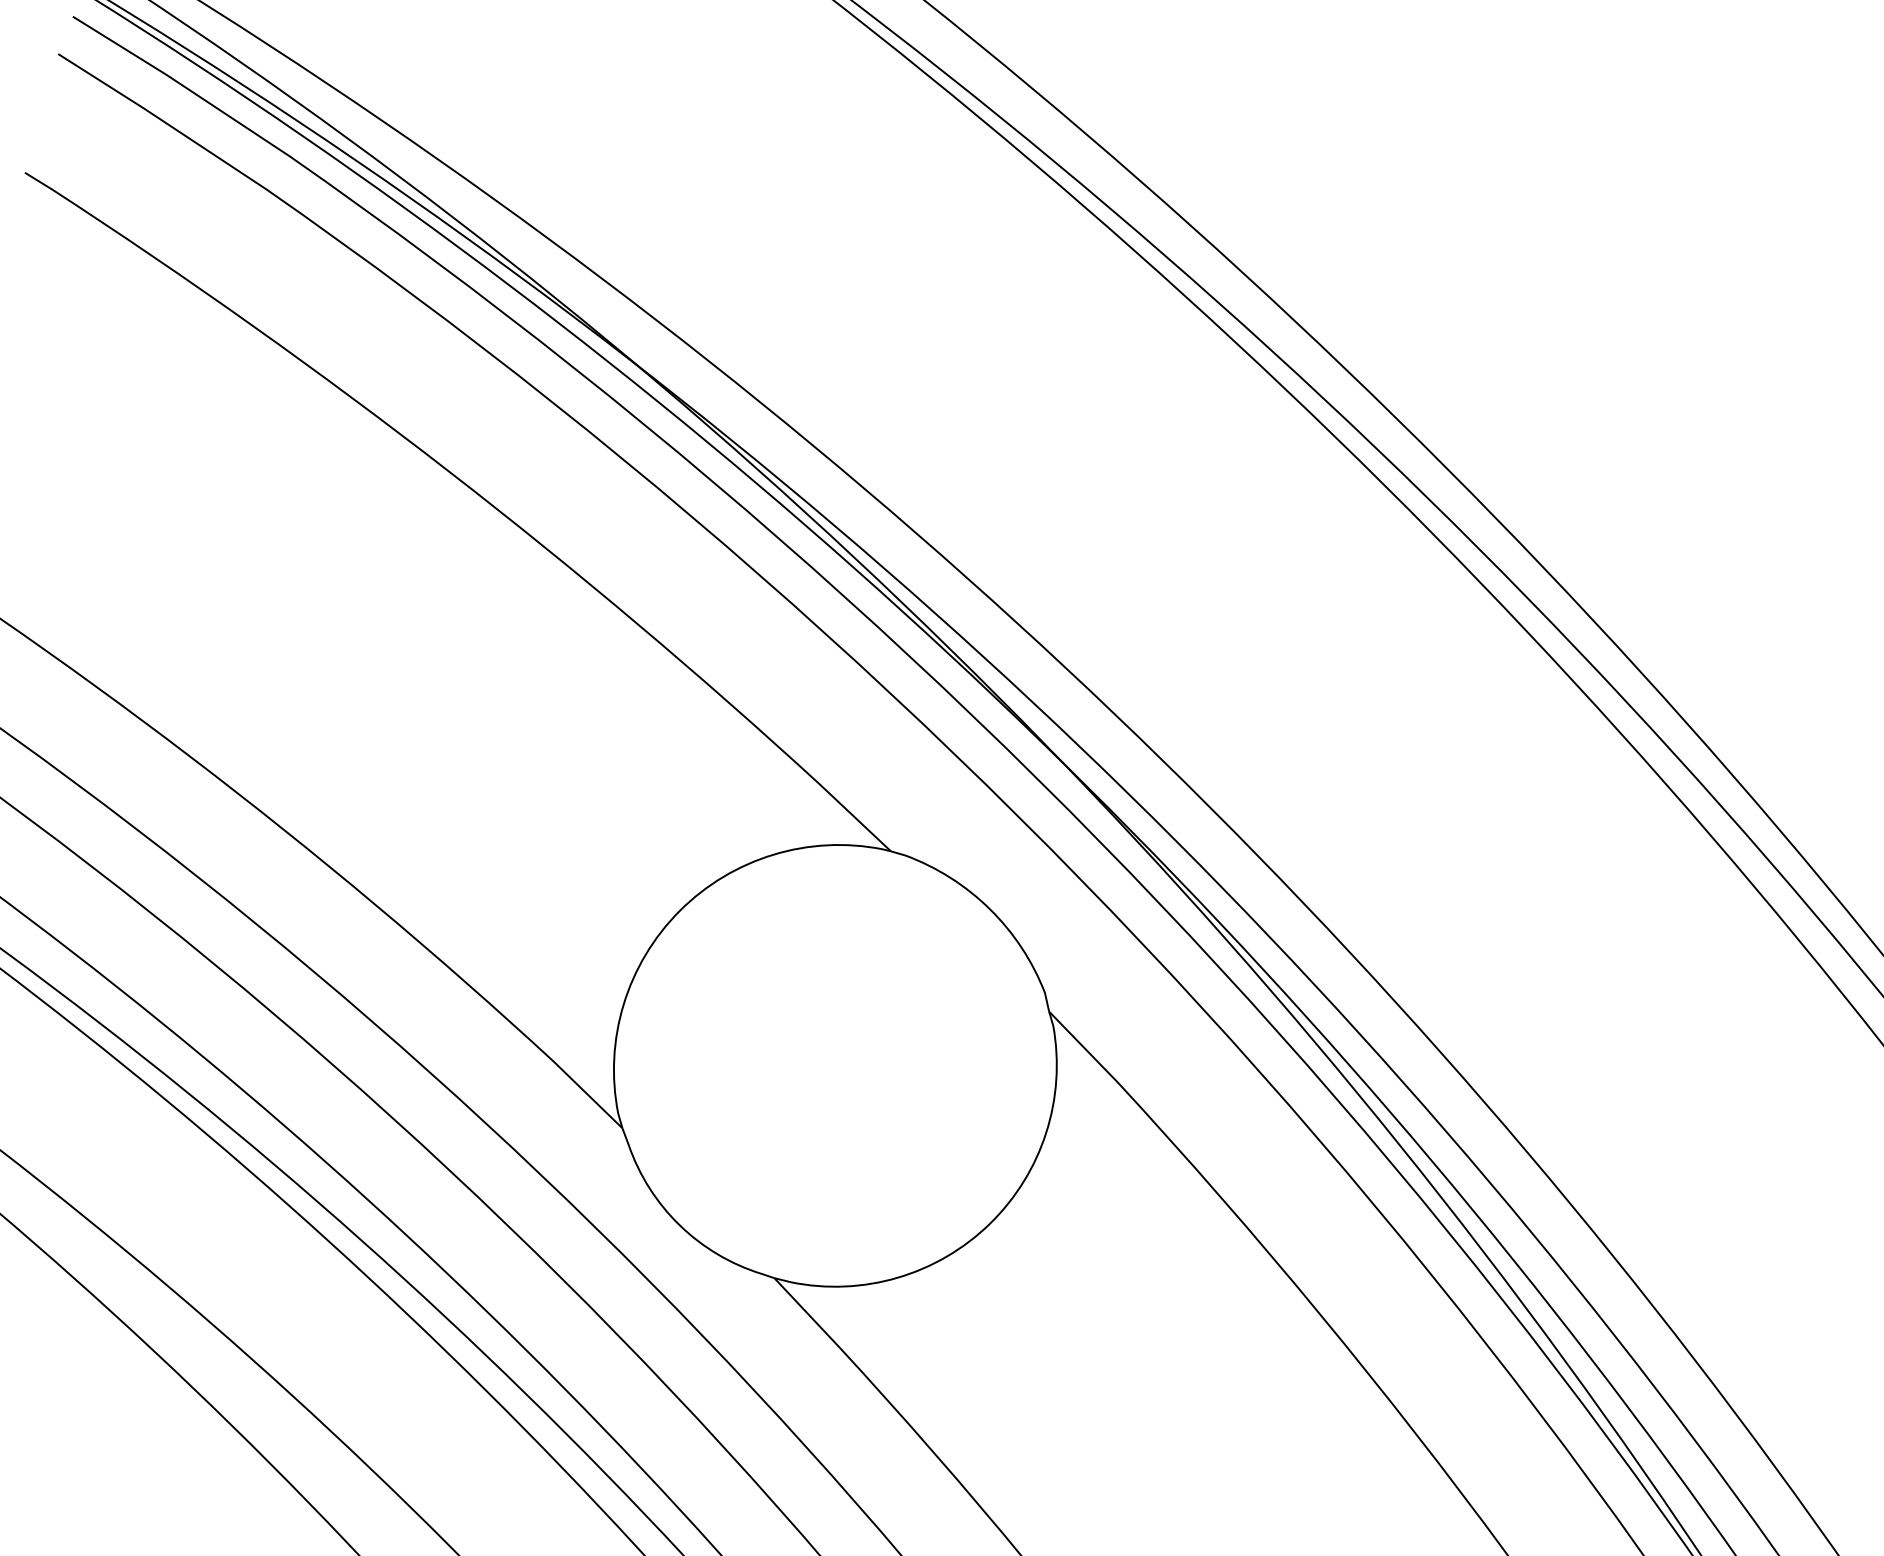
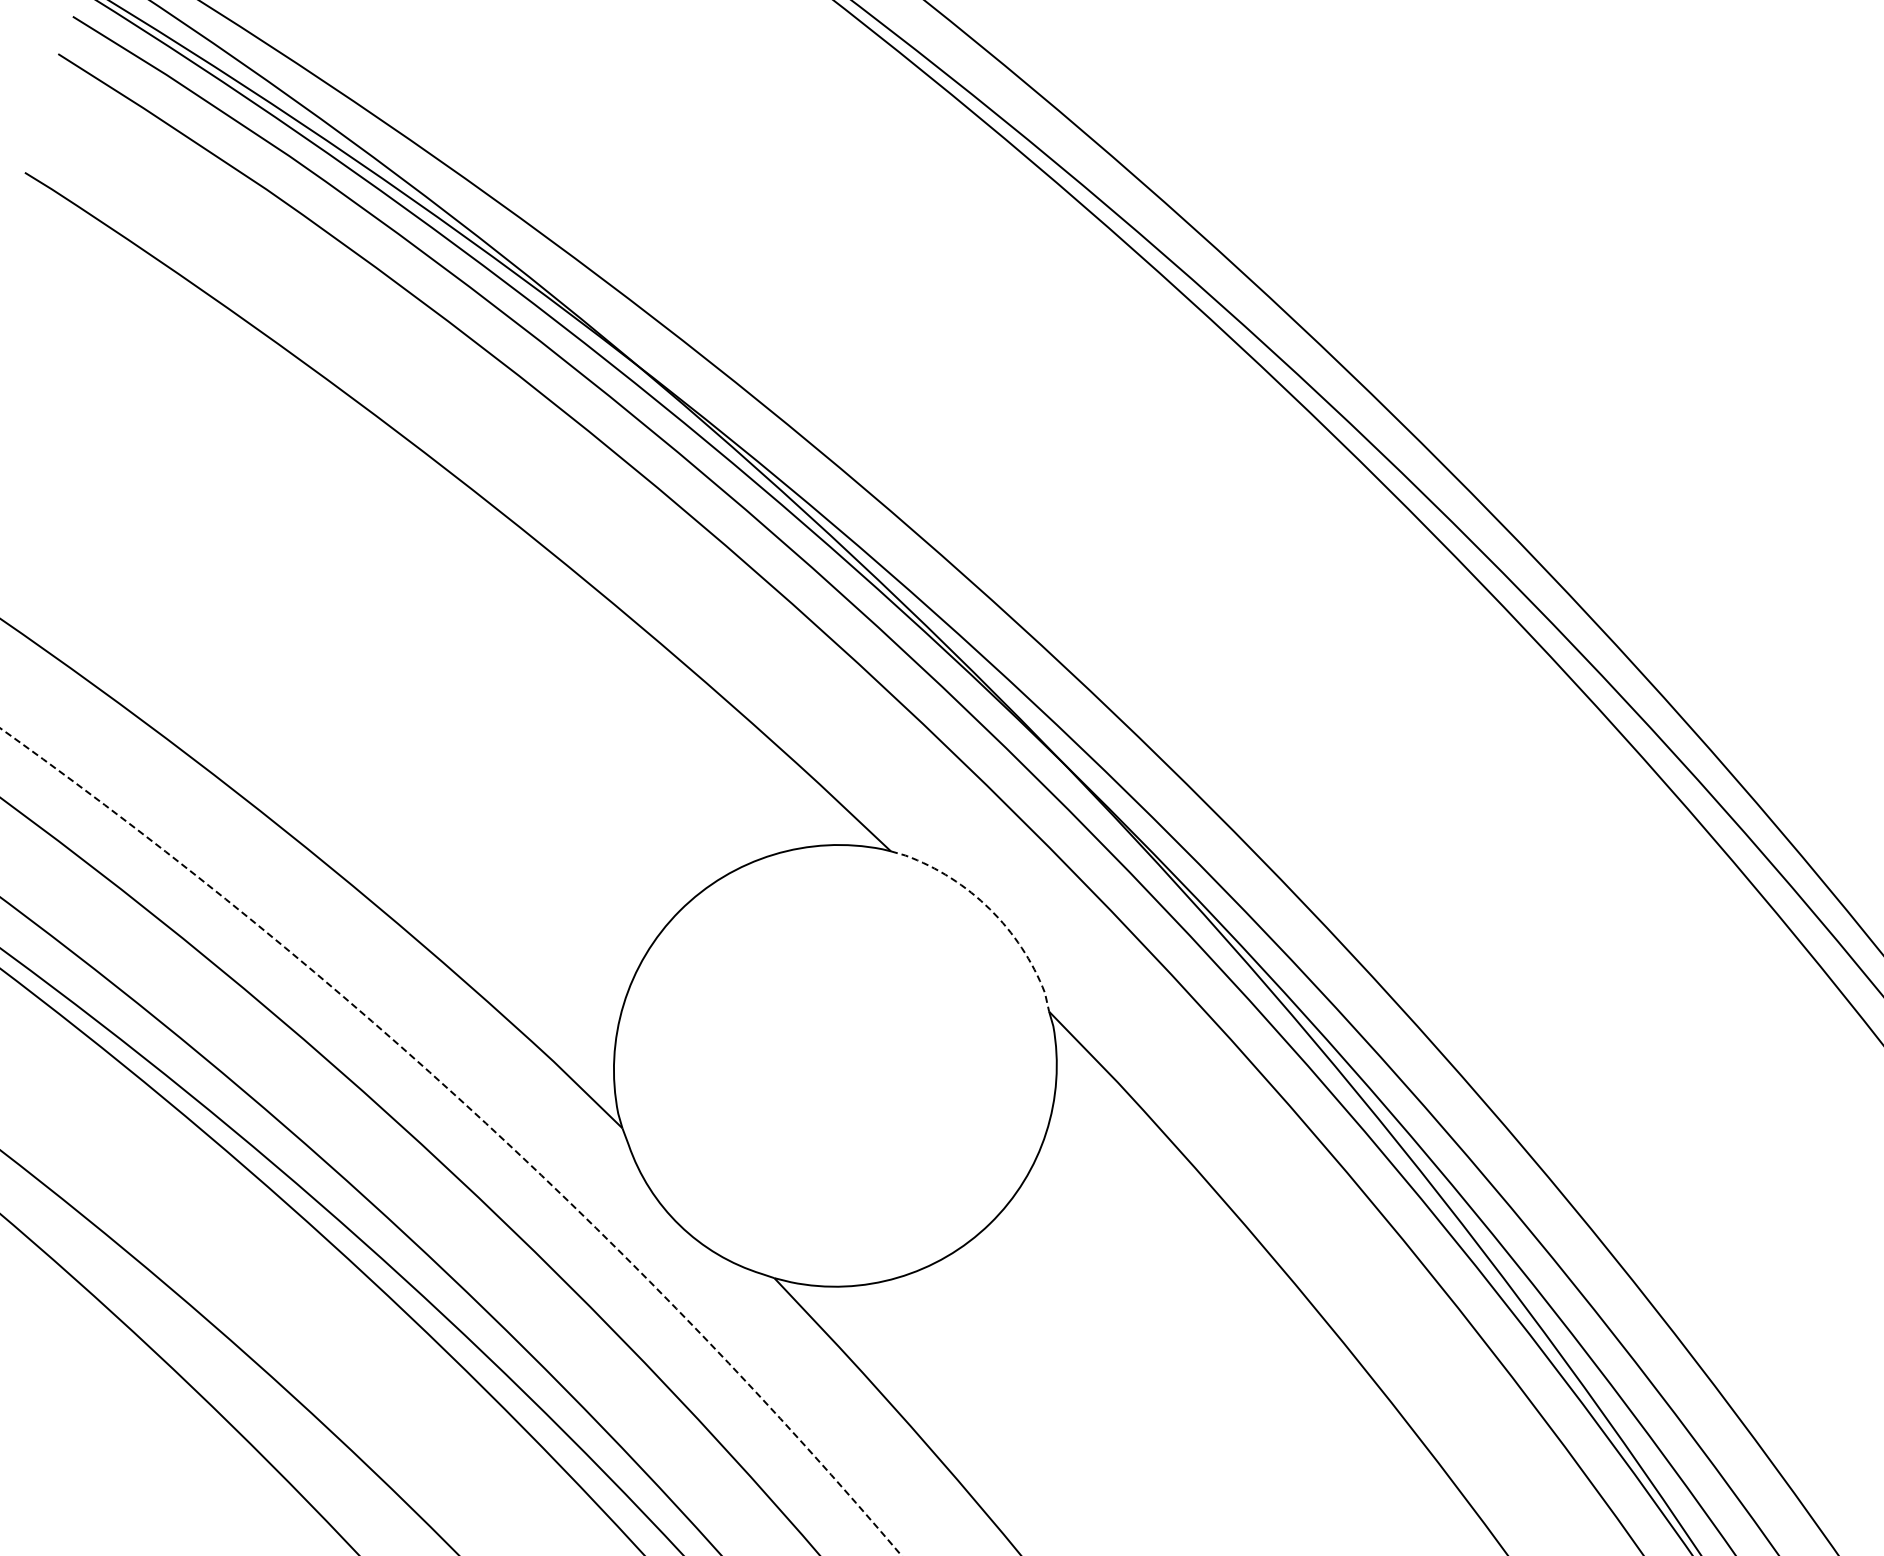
line at (991, 910): solid -> dashed
line at (476, 1114): solid -> dashed
